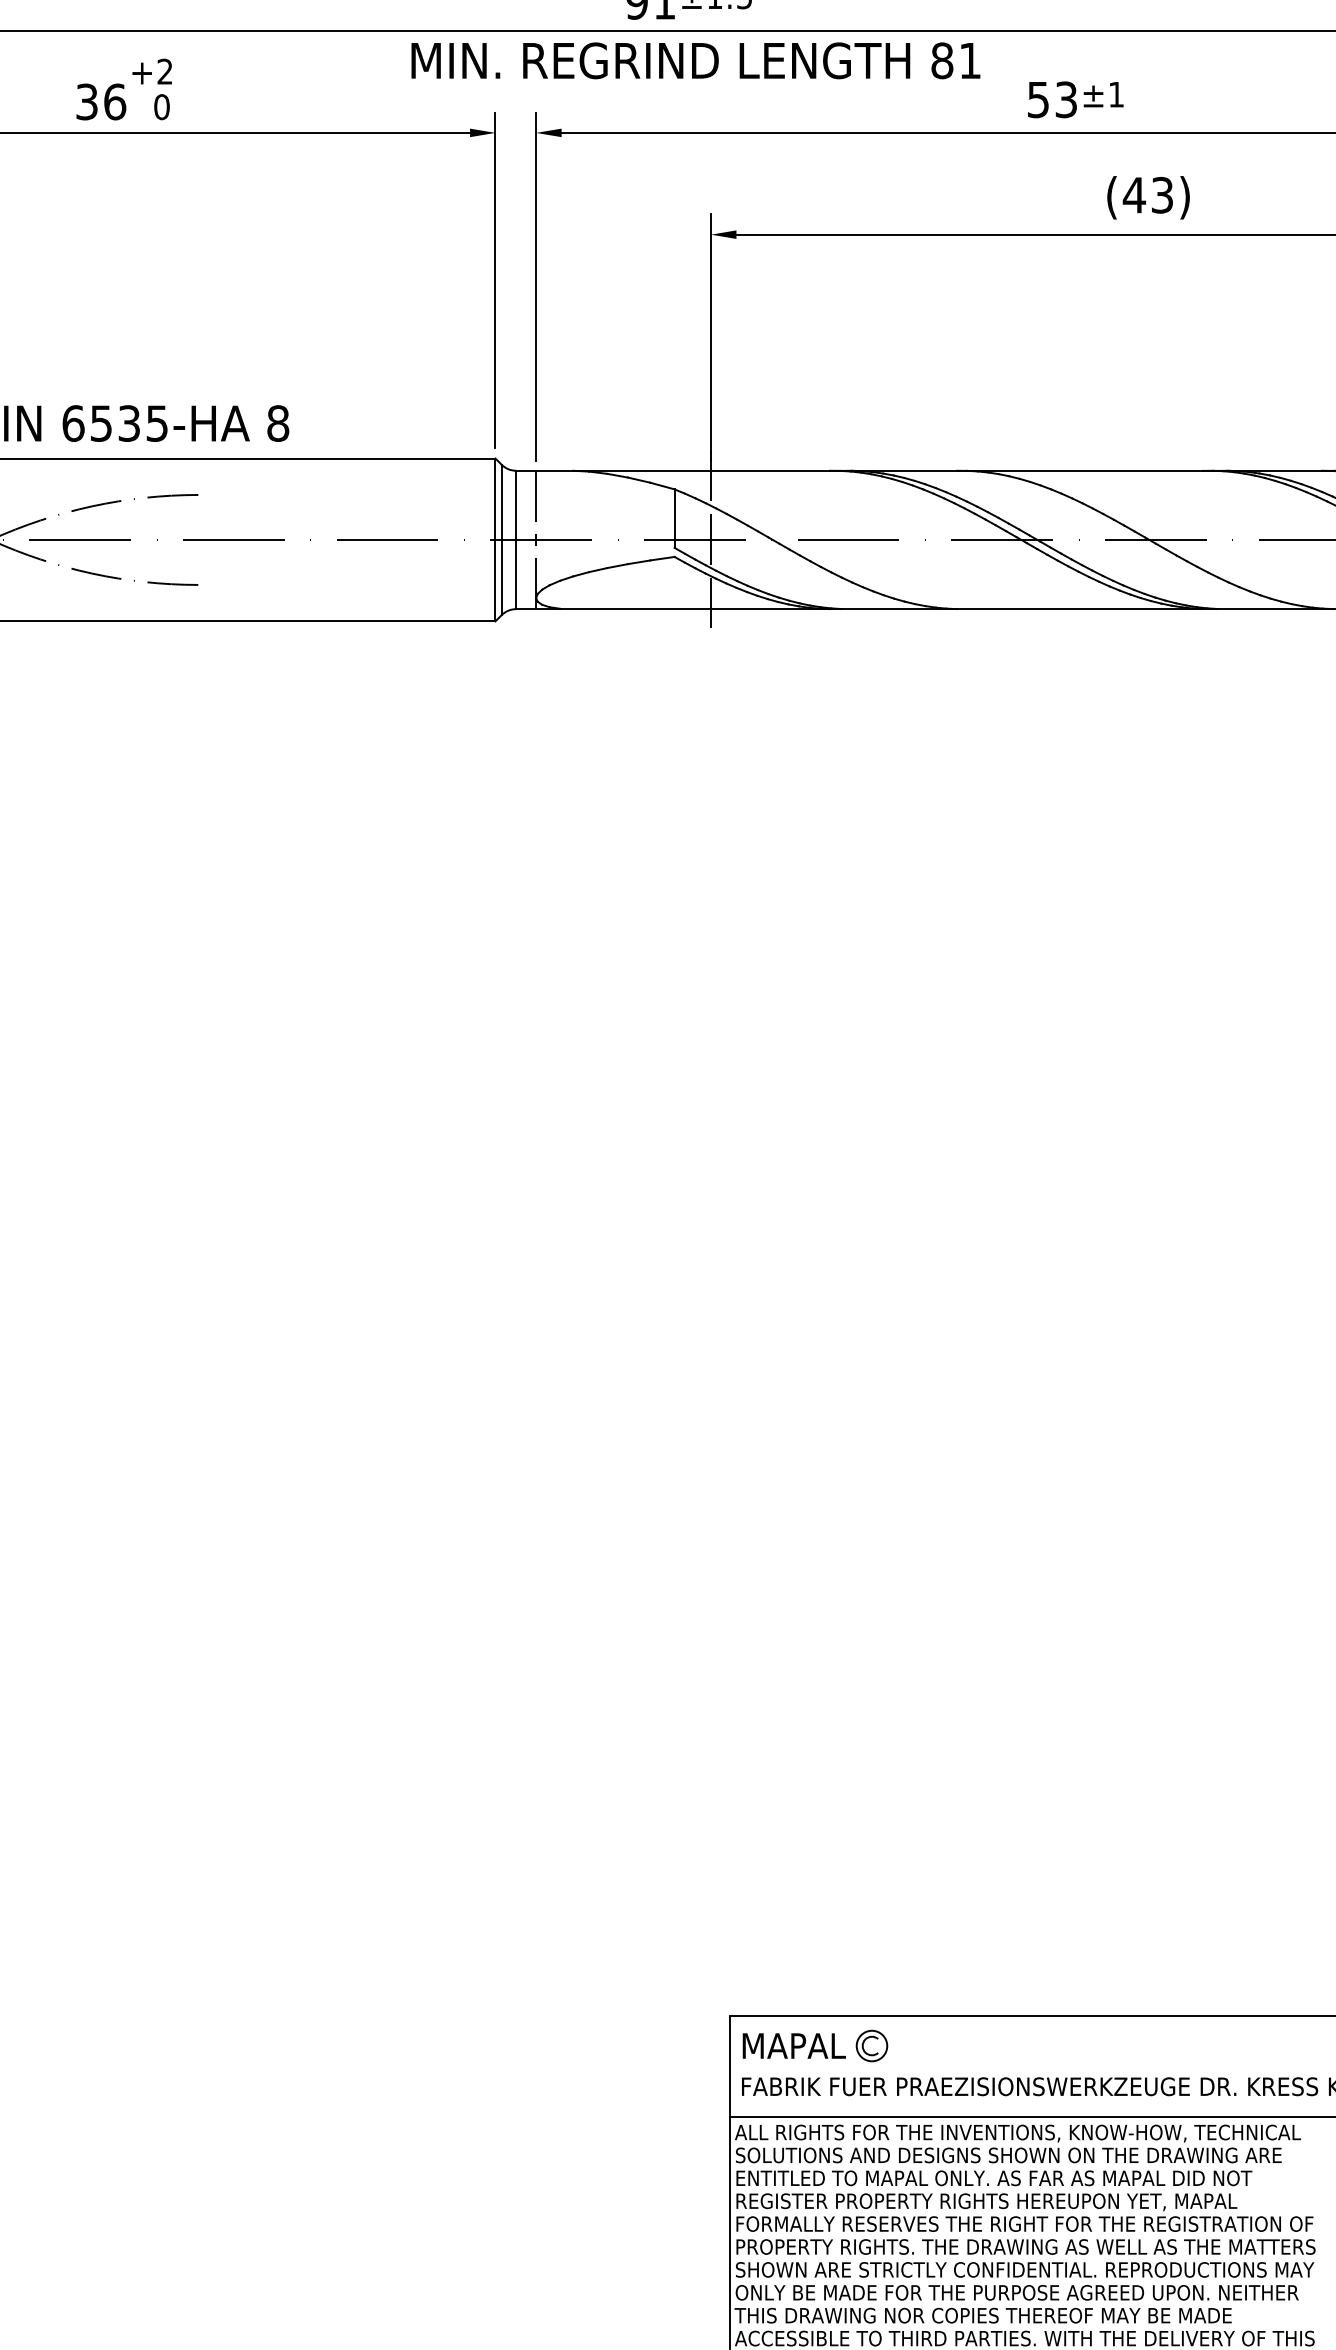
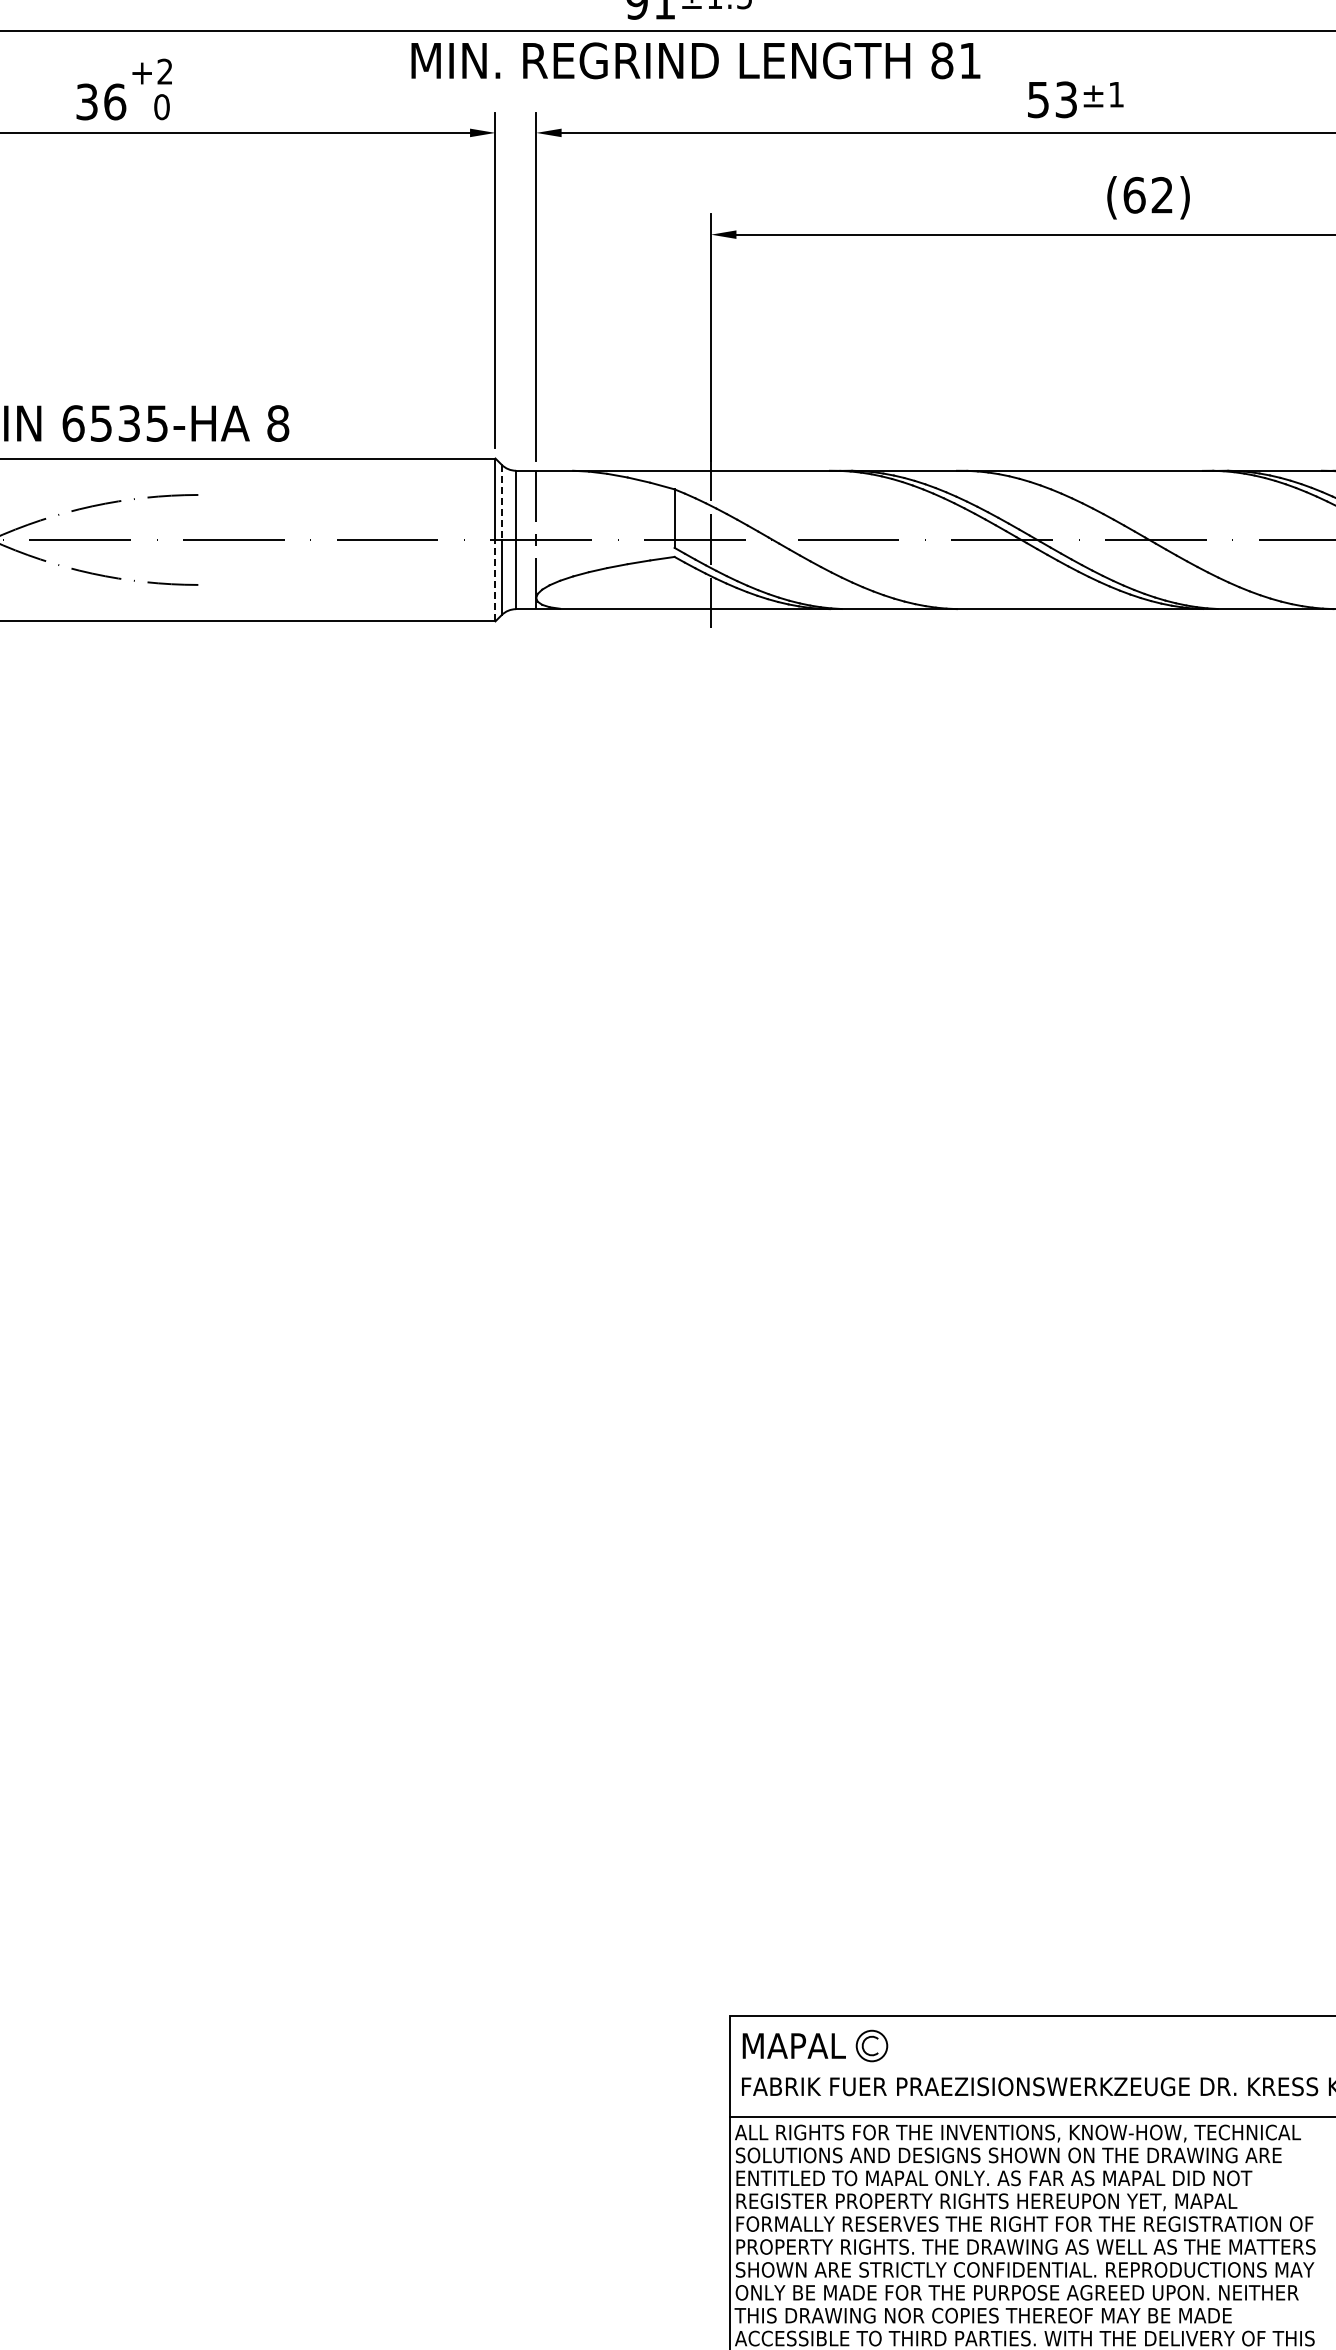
text at (1147, 194): (43) -> (62)
line at (501, 502): solid -> dashed
line at (495, 580): solid -> dashed
